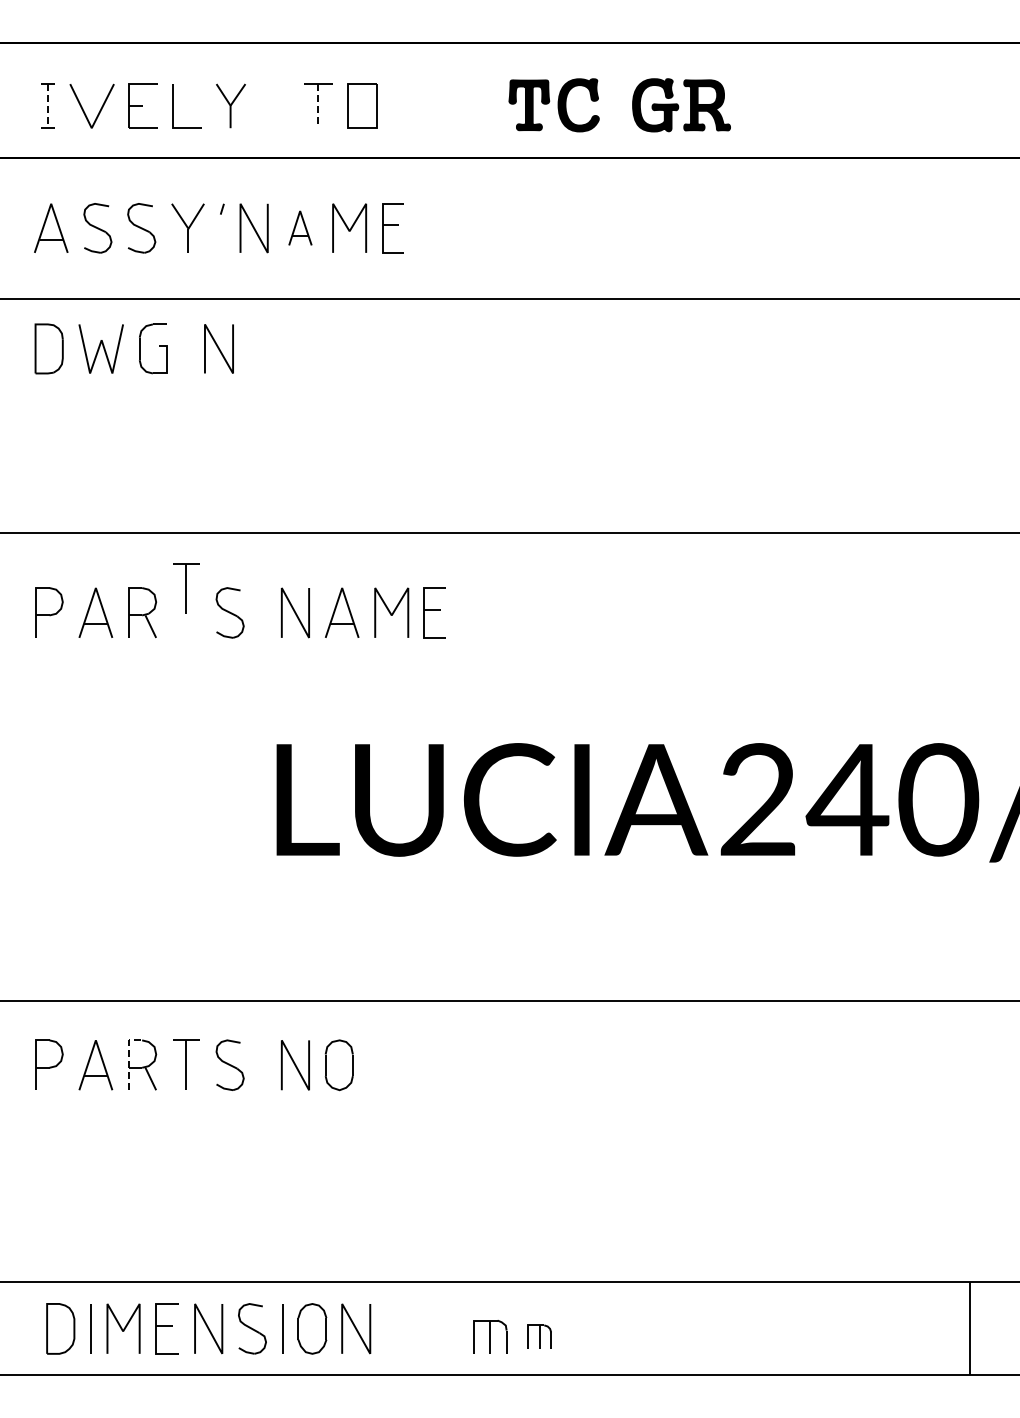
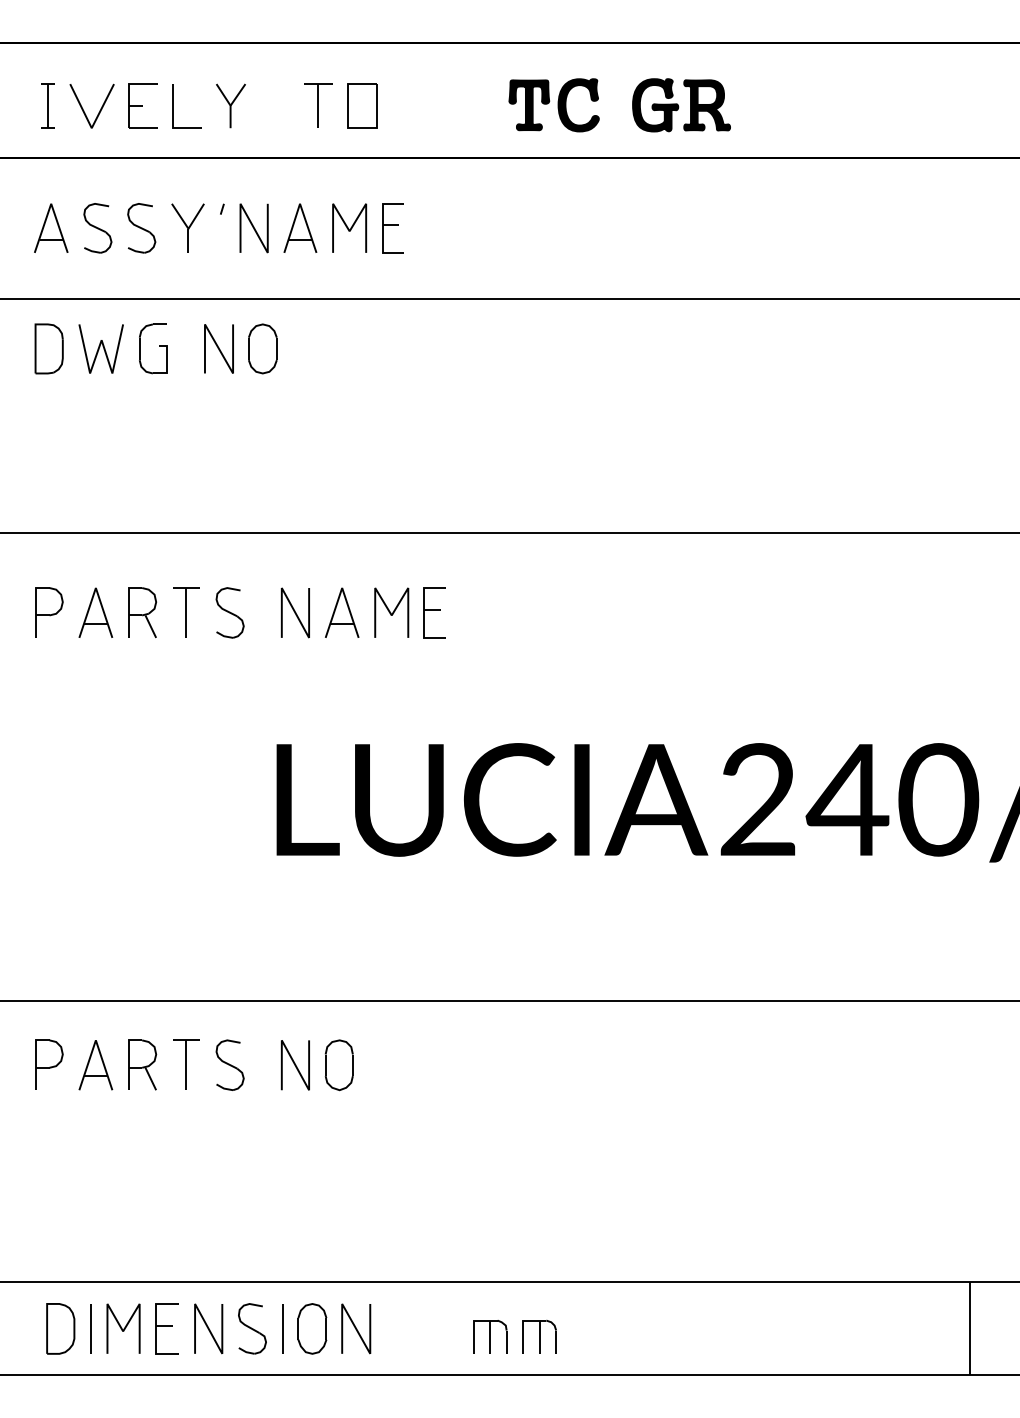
line at (47, 106): dashed -> solid
line at (318, 106): dashed -> solid
part at (300, 227) size: 25x36 px -> 35x50 px
part at (262, 348): none -> present
part at (186, 588) position: (186, 588) -> (186, 612)
line at (128, 1057): dashed -> solid
part at (539, 1336) size: 25x25 px -> 35x35 px
